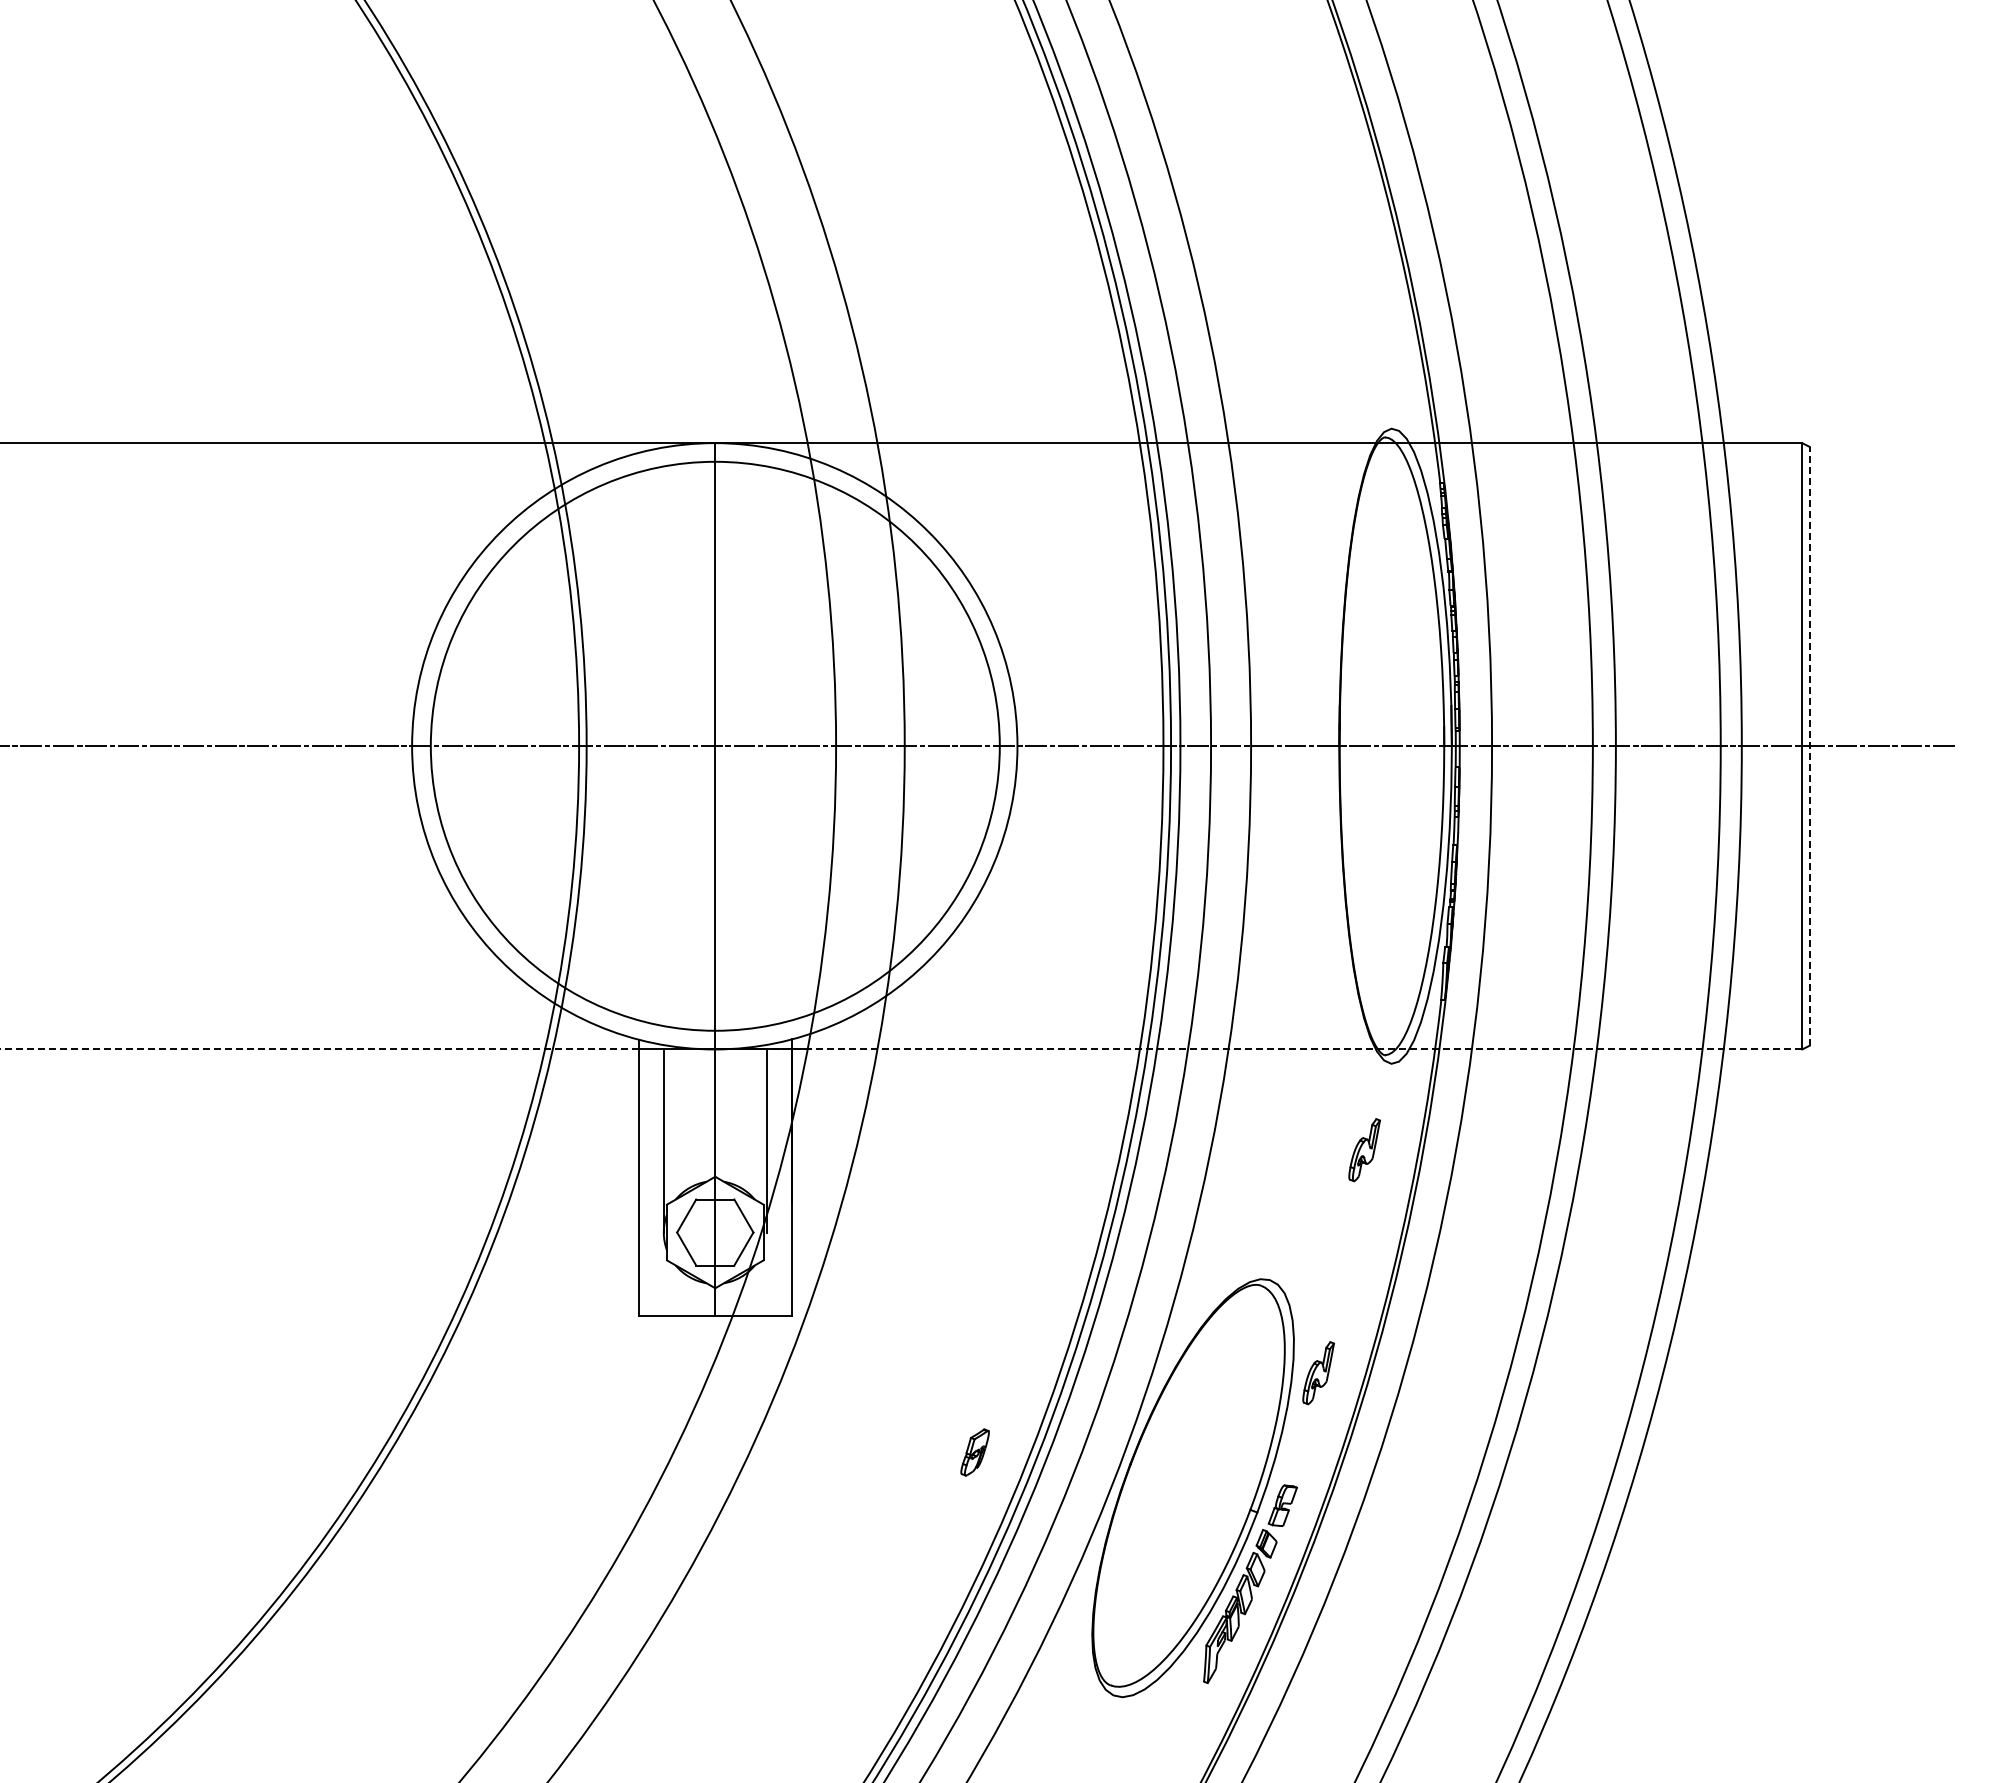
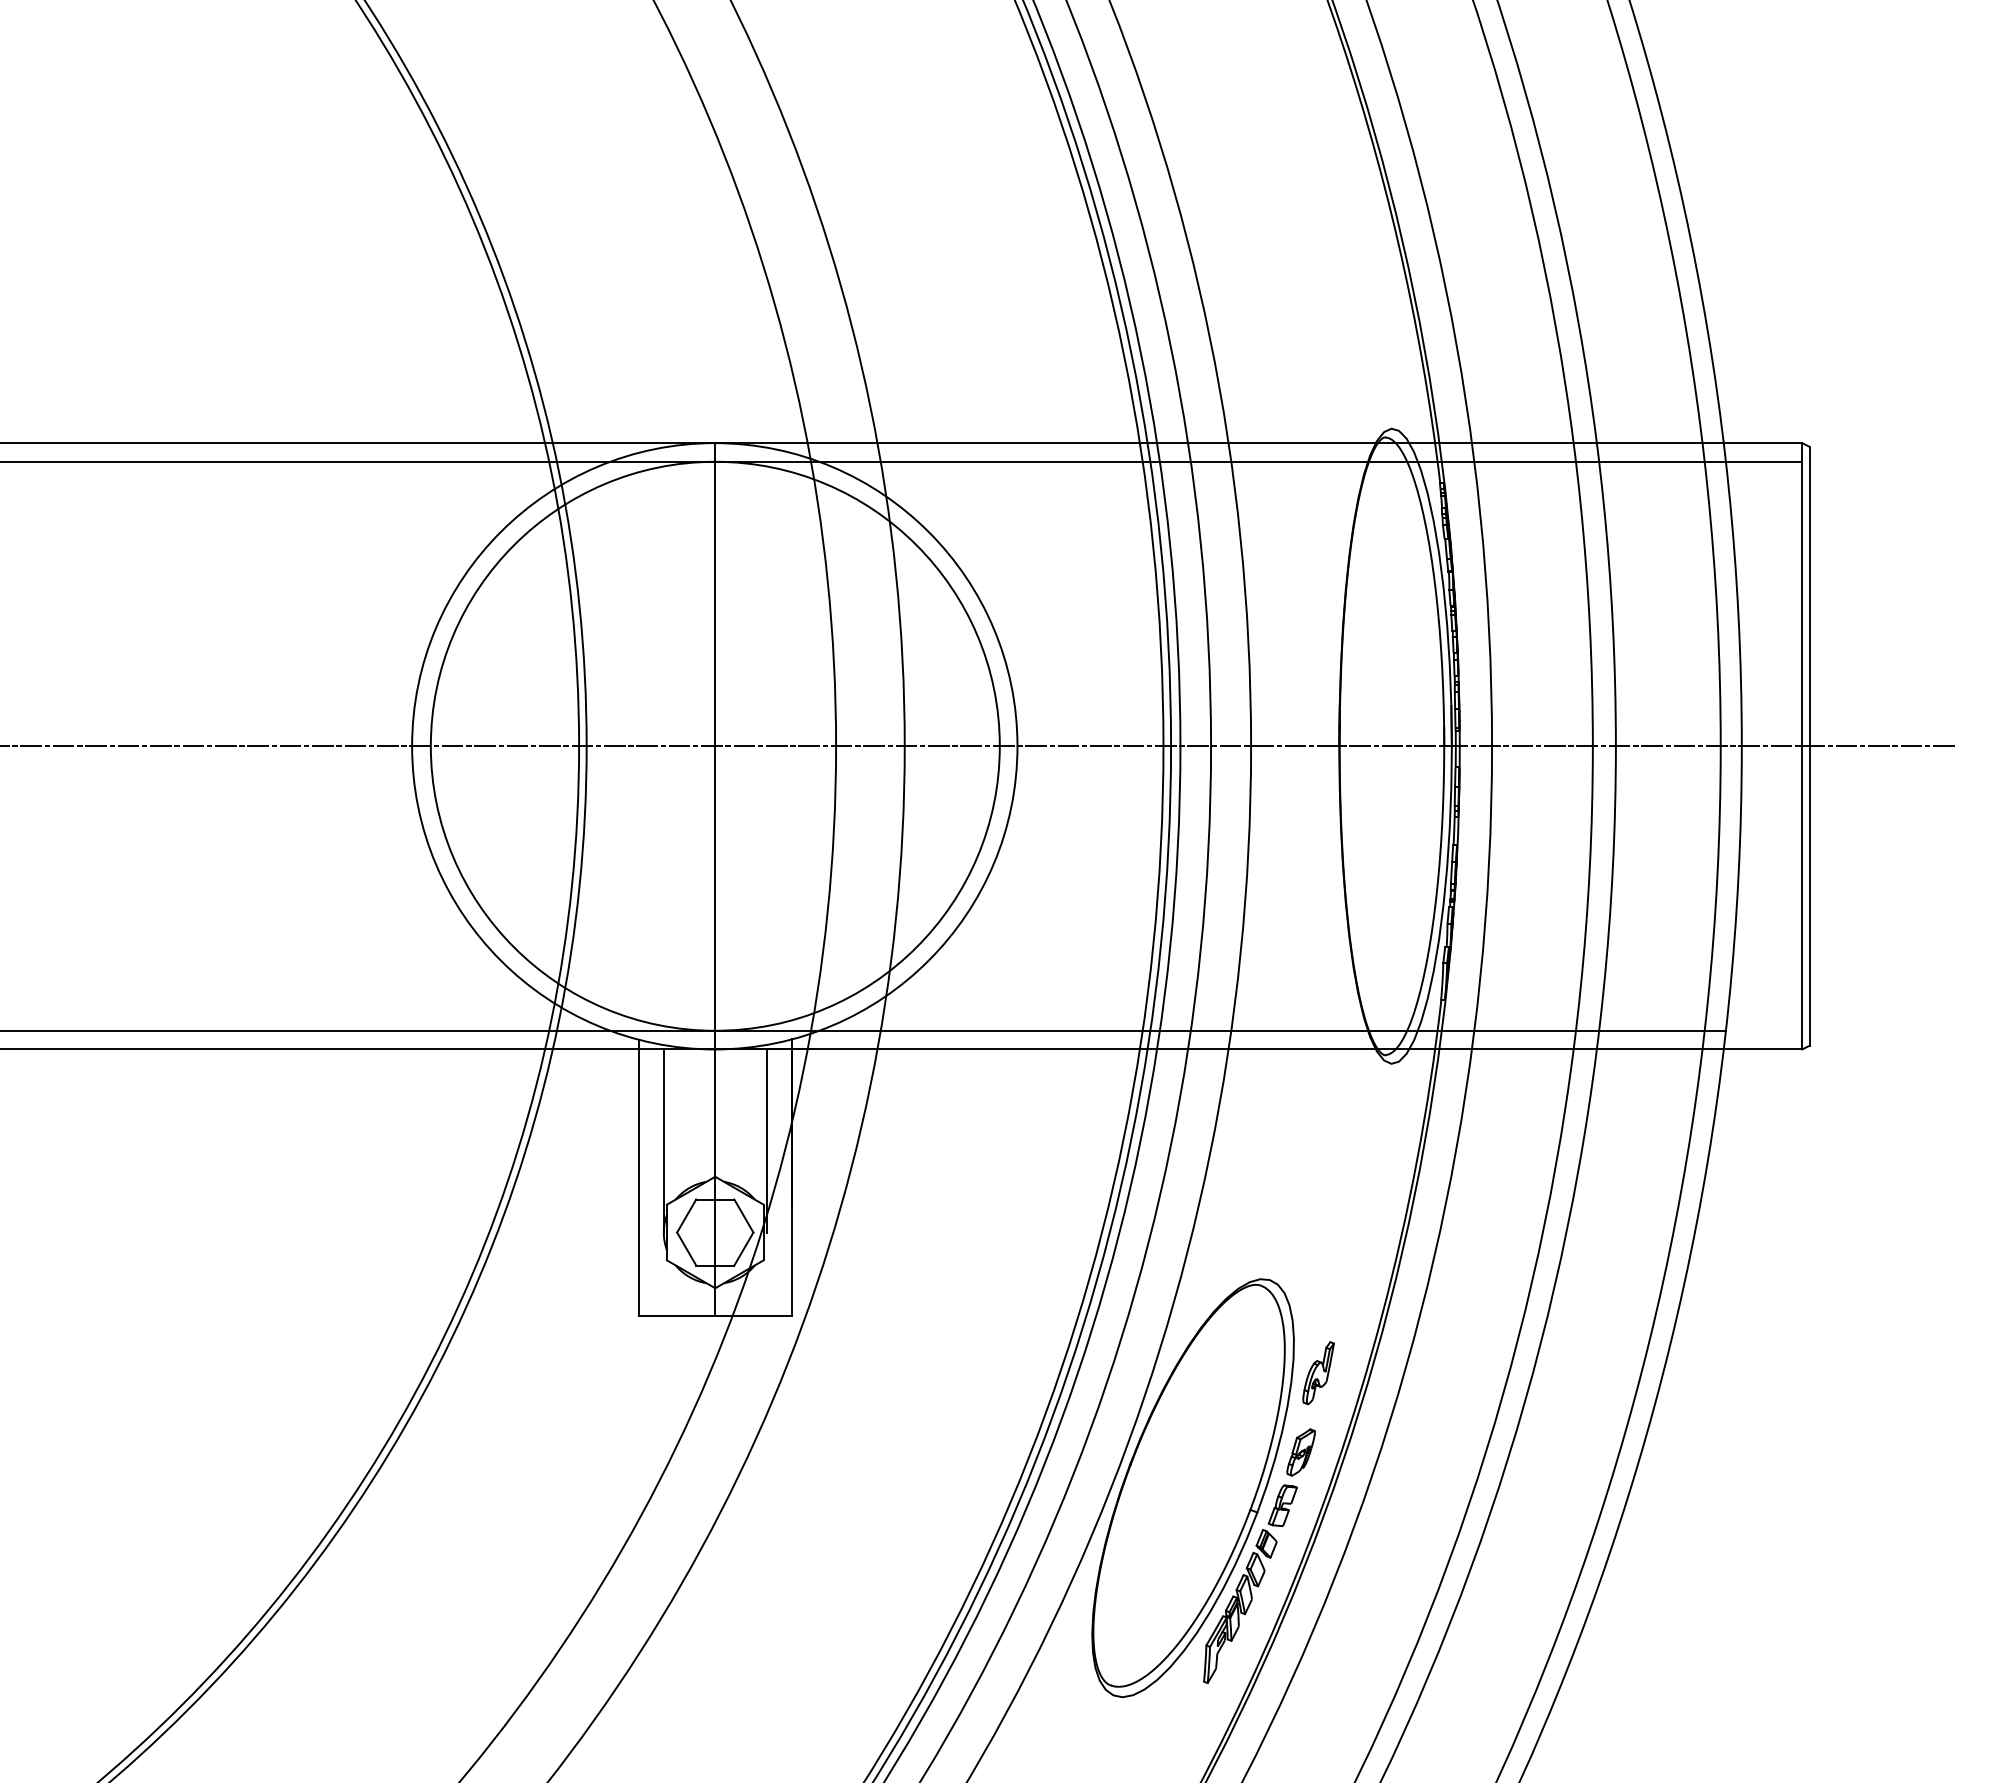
line at (902, 461): none -> present
line at (1809, 745): dashed -> solid
line at (863, 1030): none -> present
line at (319, 1049): dashed -> solid
line at (1258, 1049): dashed -> solid
part at (1364, 1150): present -> none
part at (974, 1452) position: (974, 1452) -> (1300, 1452)
